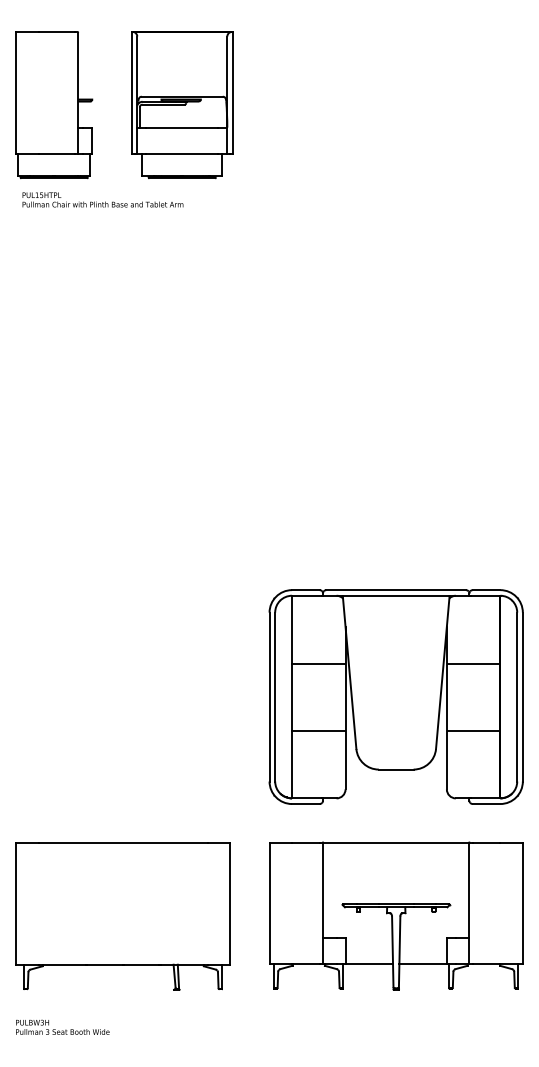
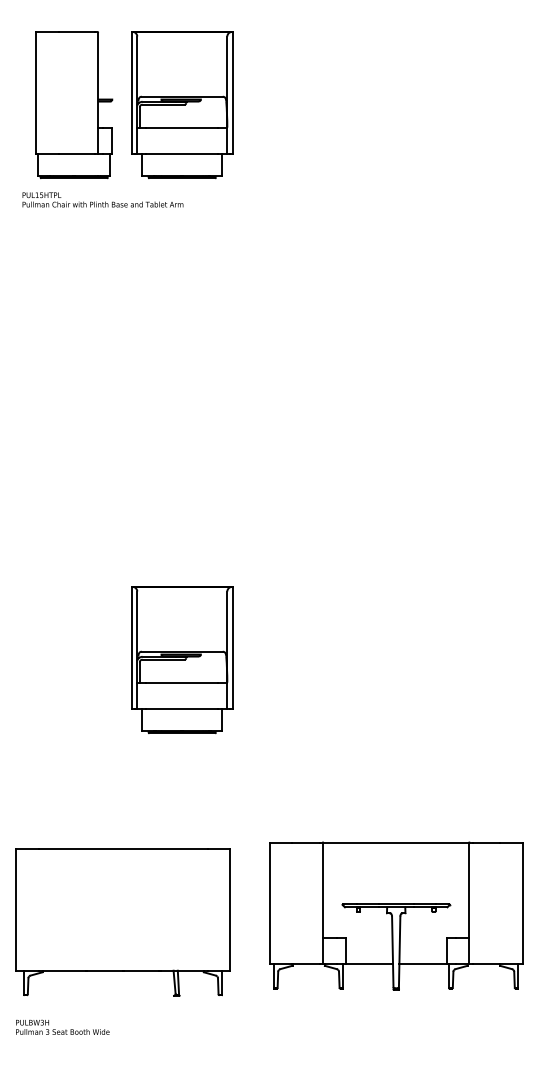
part at (54, 105) position: (54, 105) -> (74, 105)
part at (182, 660): none -> present
part at (395, 696): present -> none
part at (122, 916) position: (122, 916) -> (122, 922)
